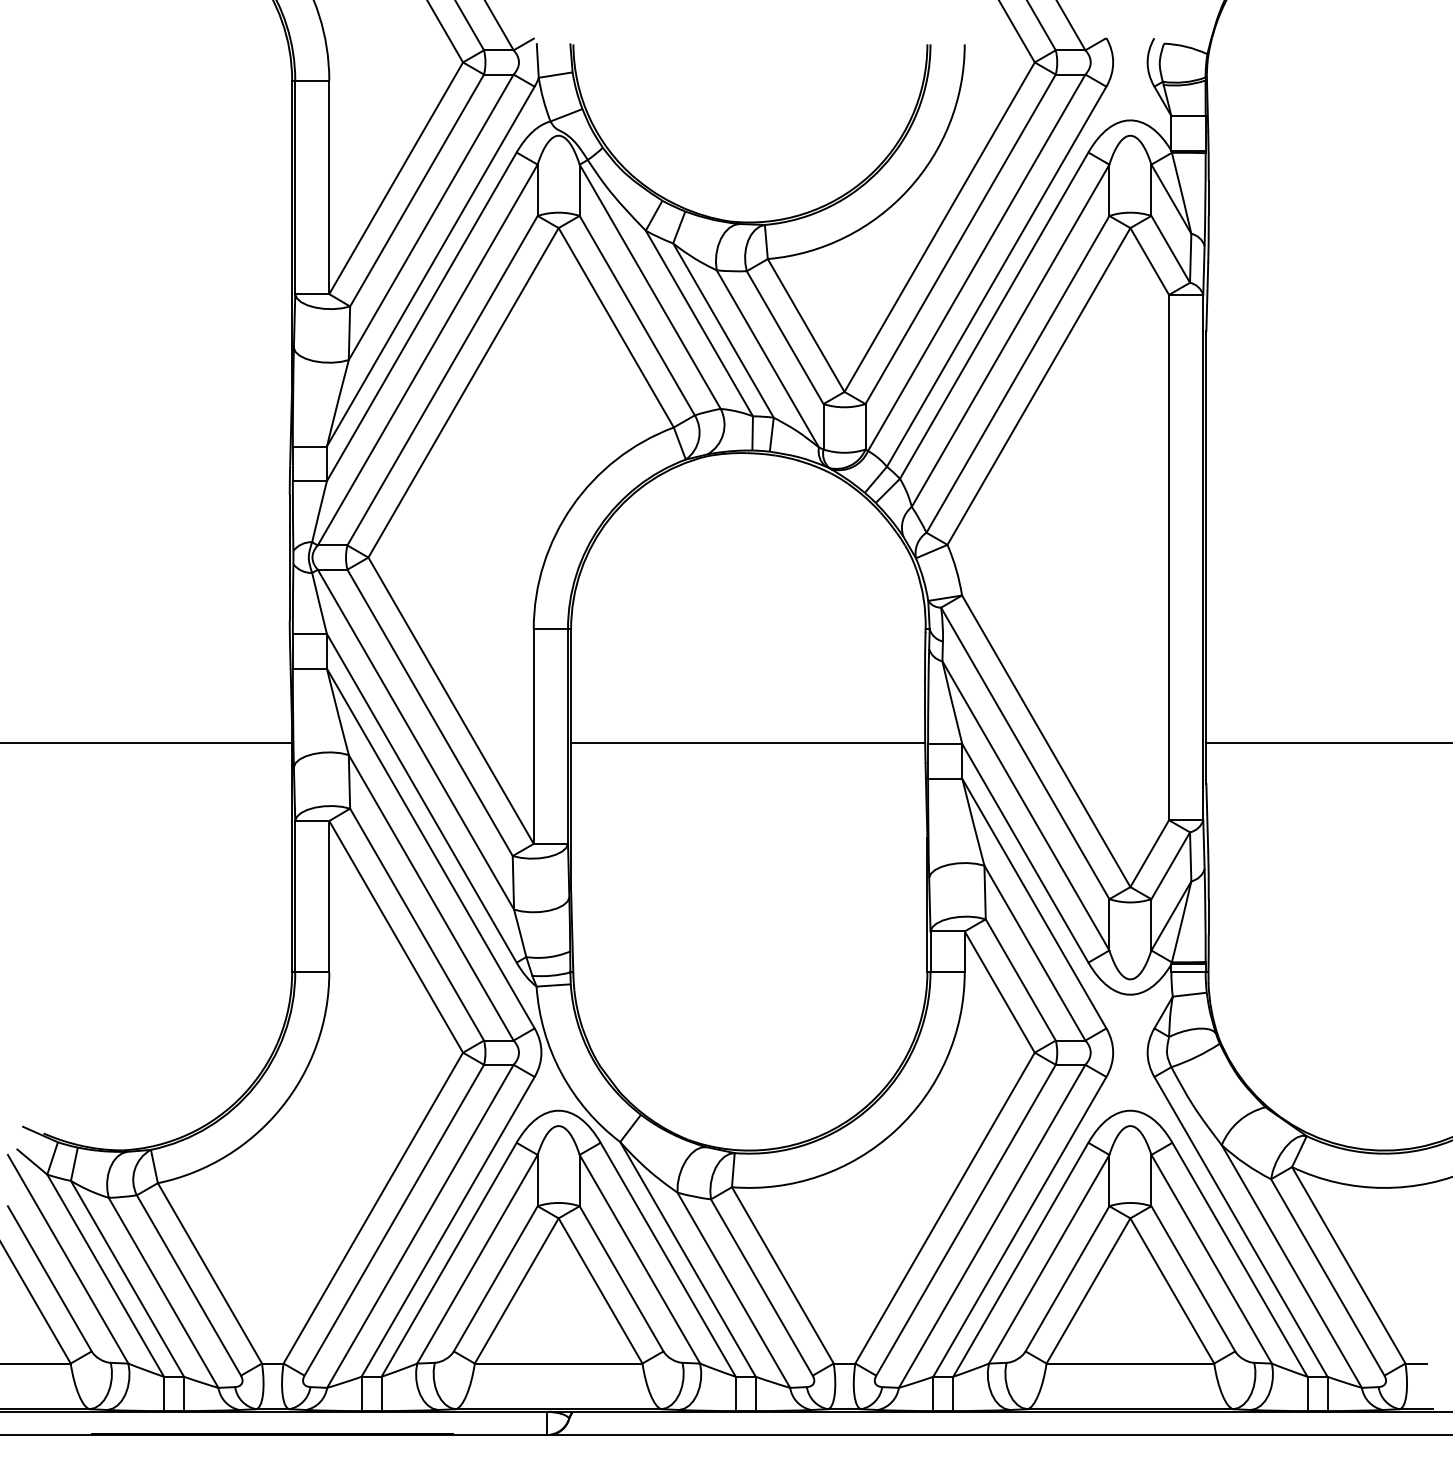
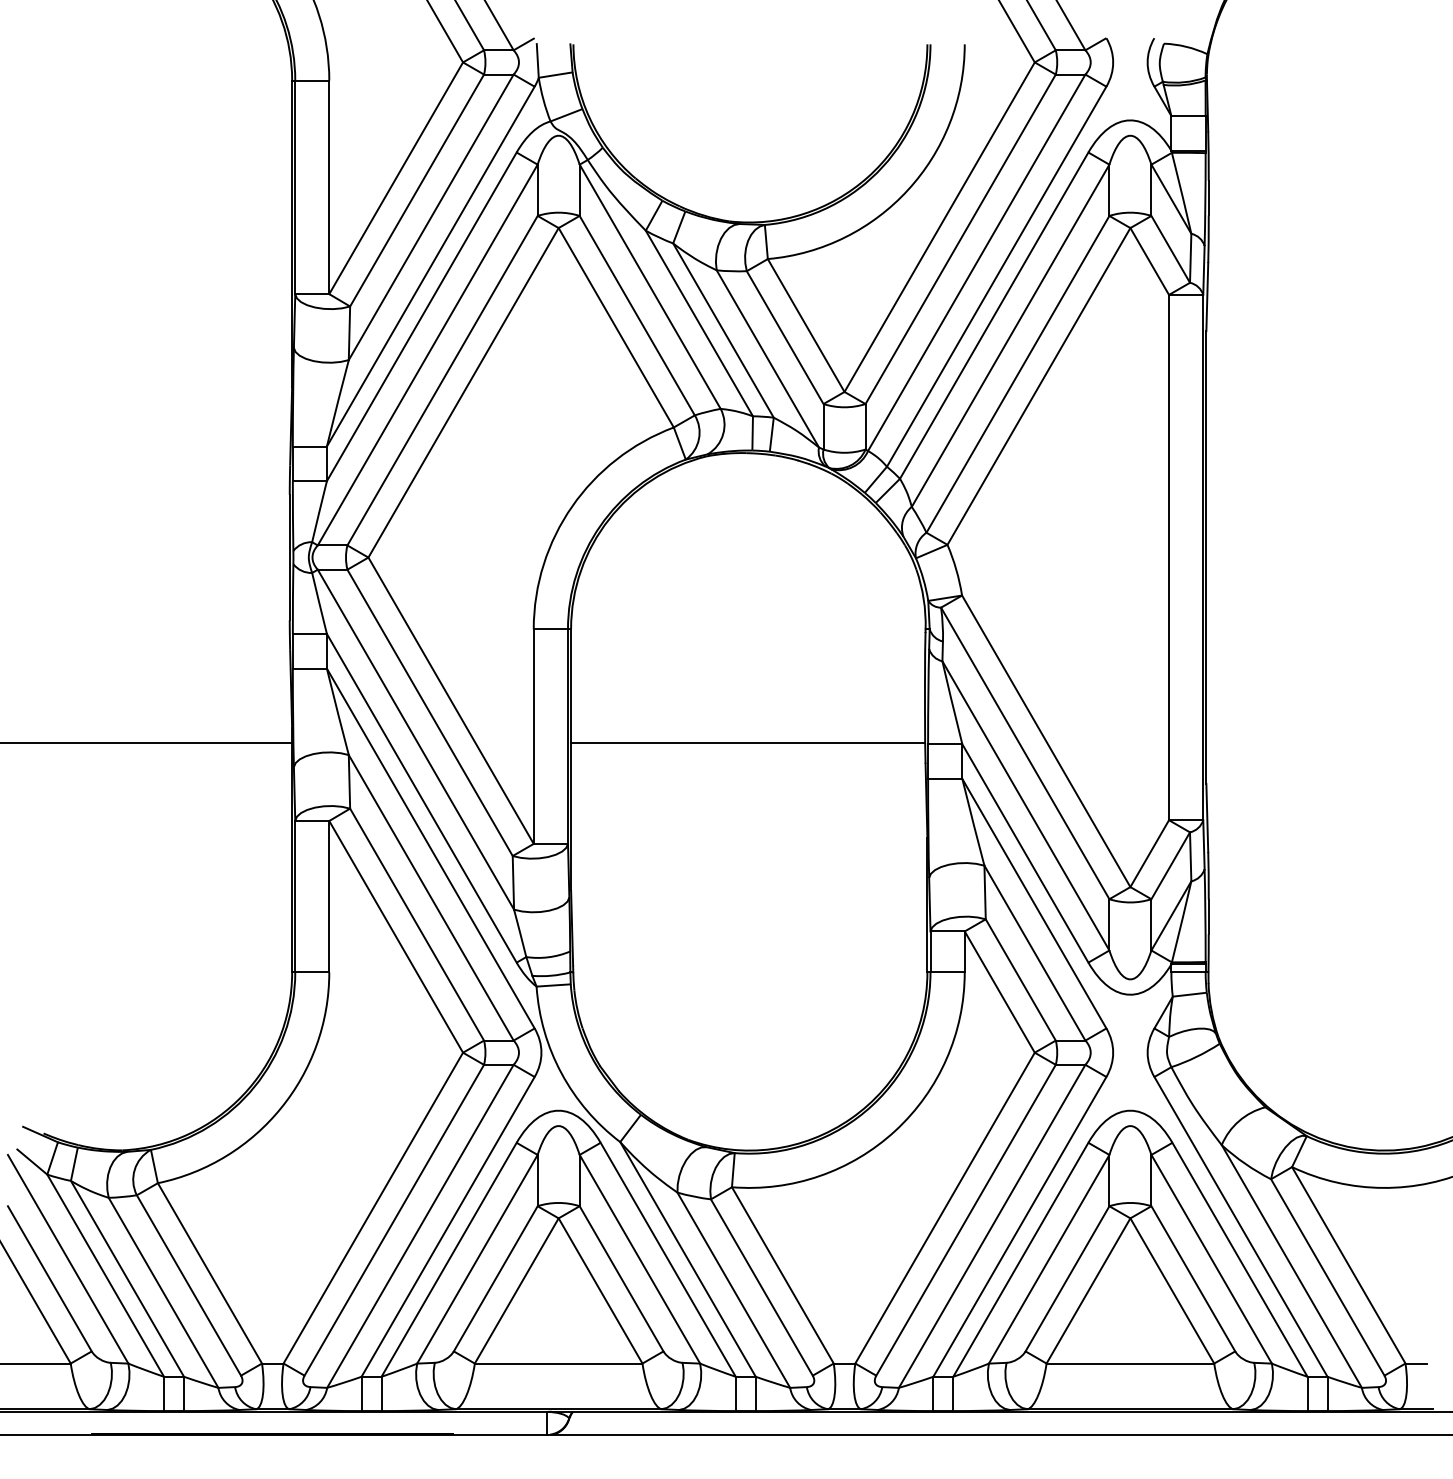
line at (1327, 742): present -> none
